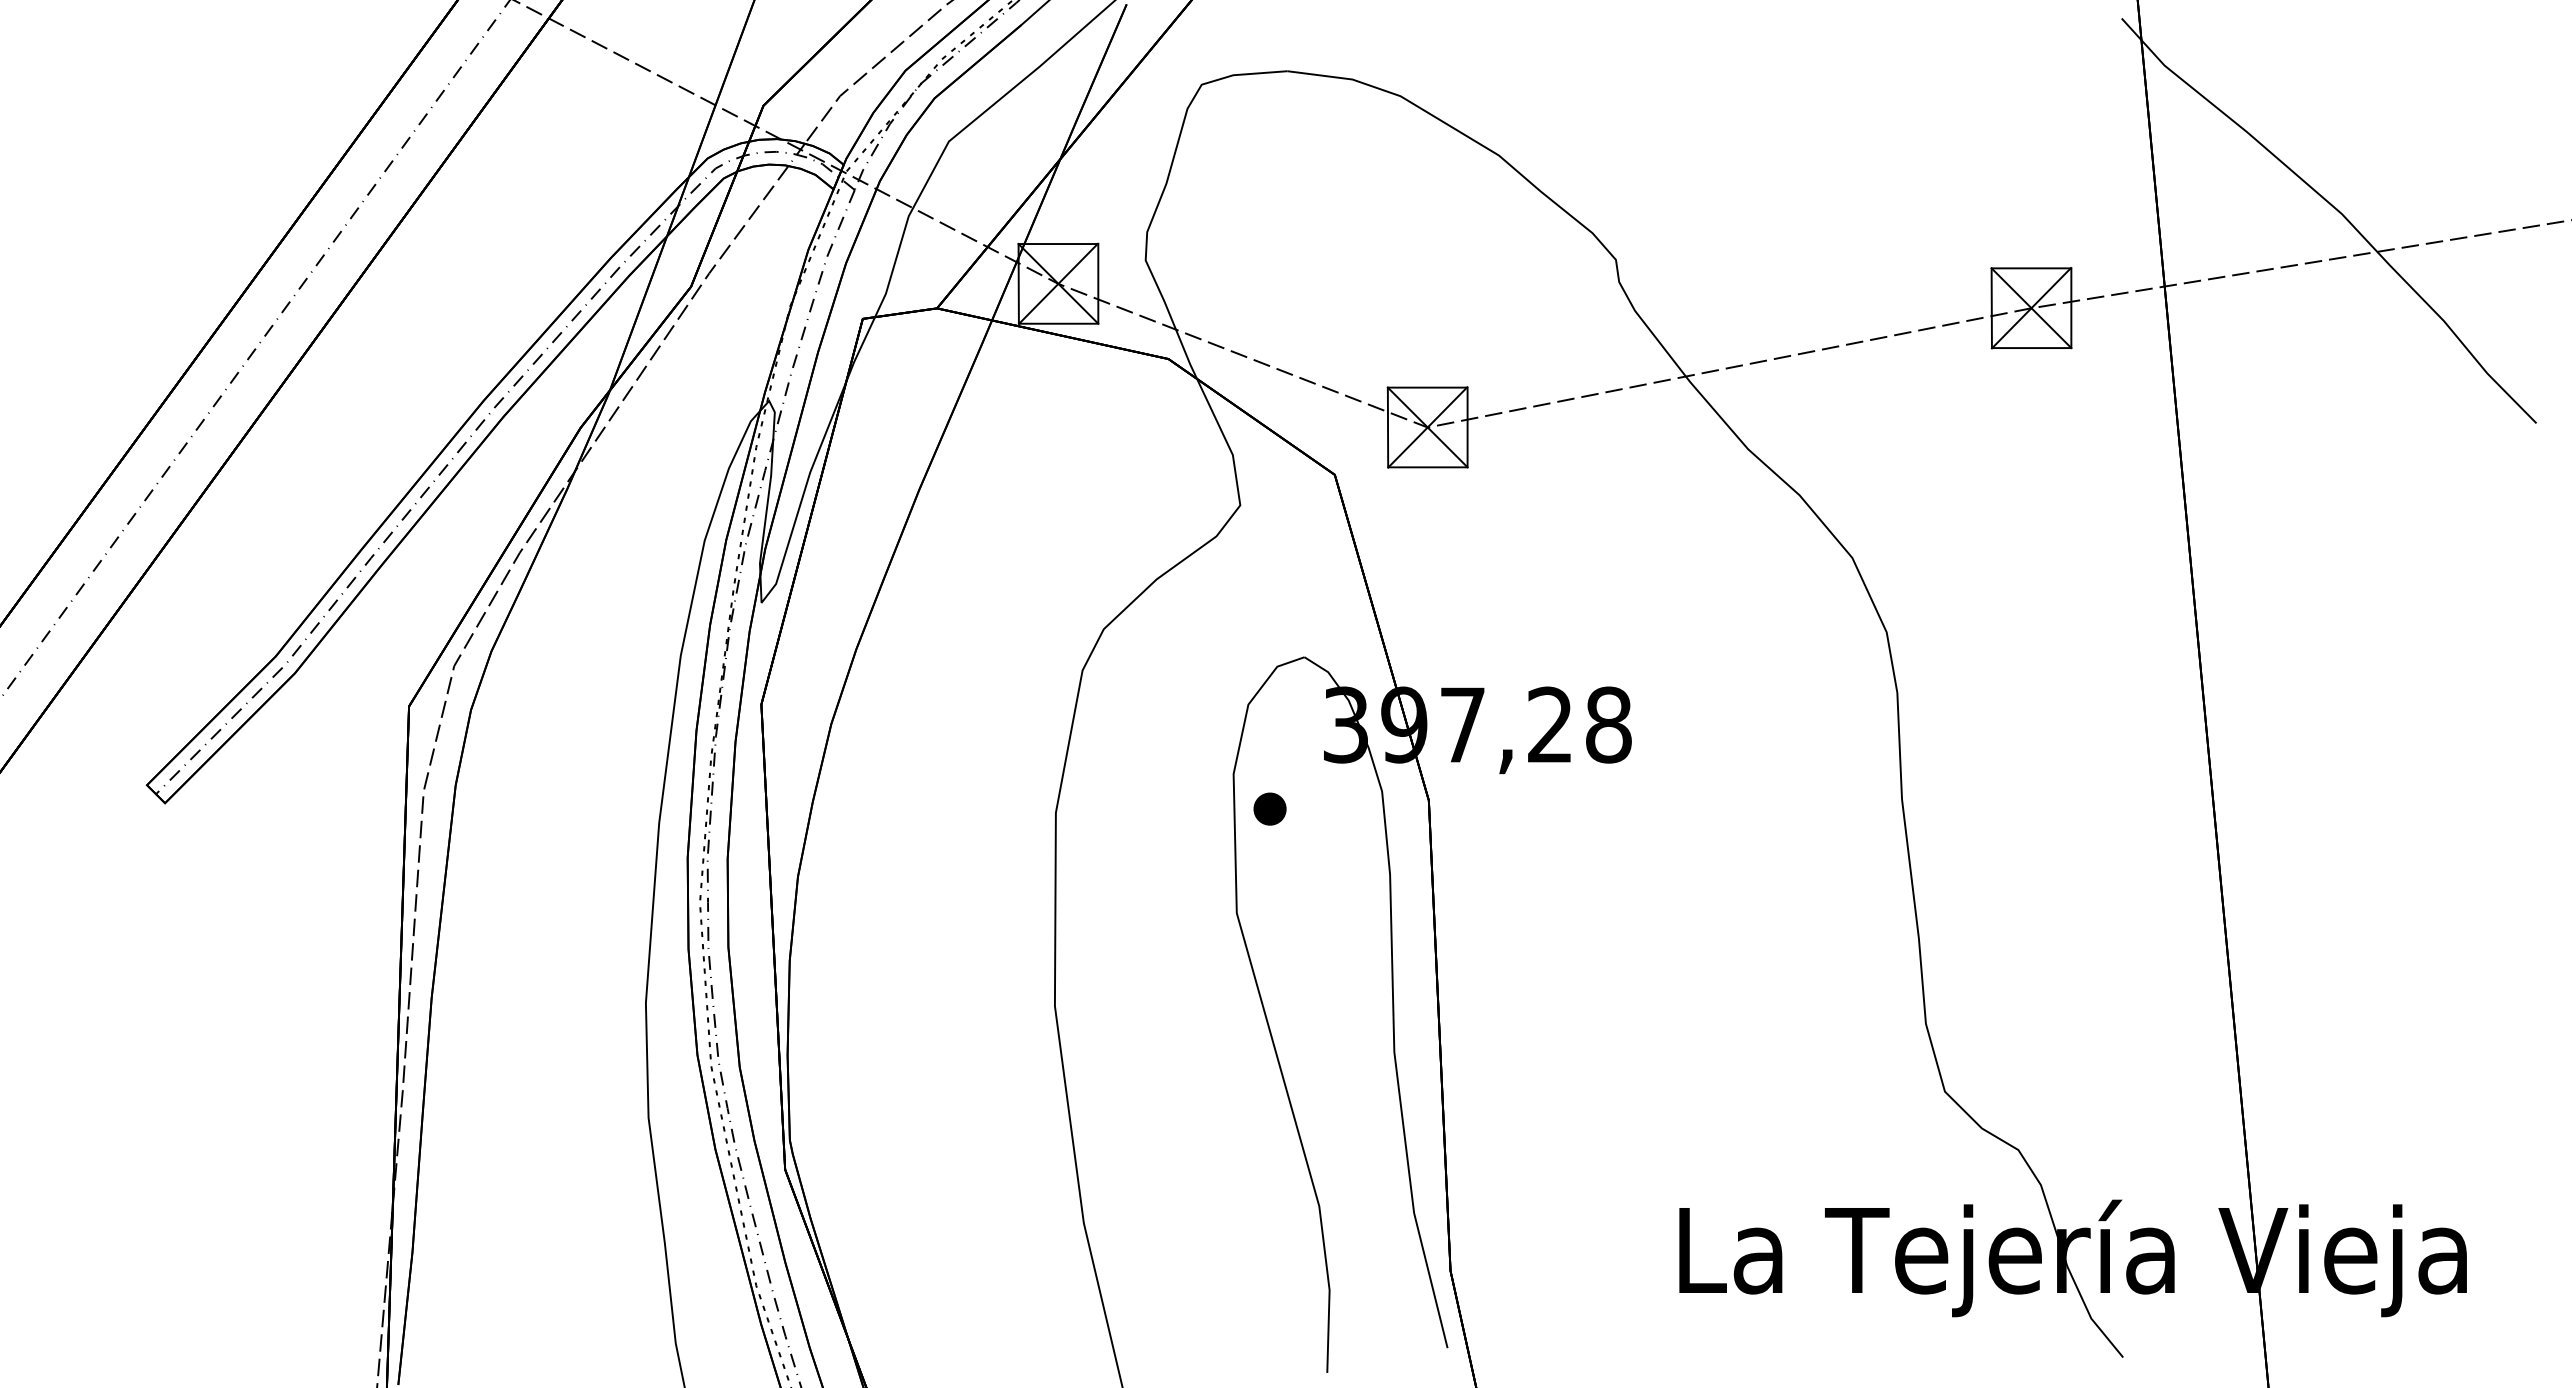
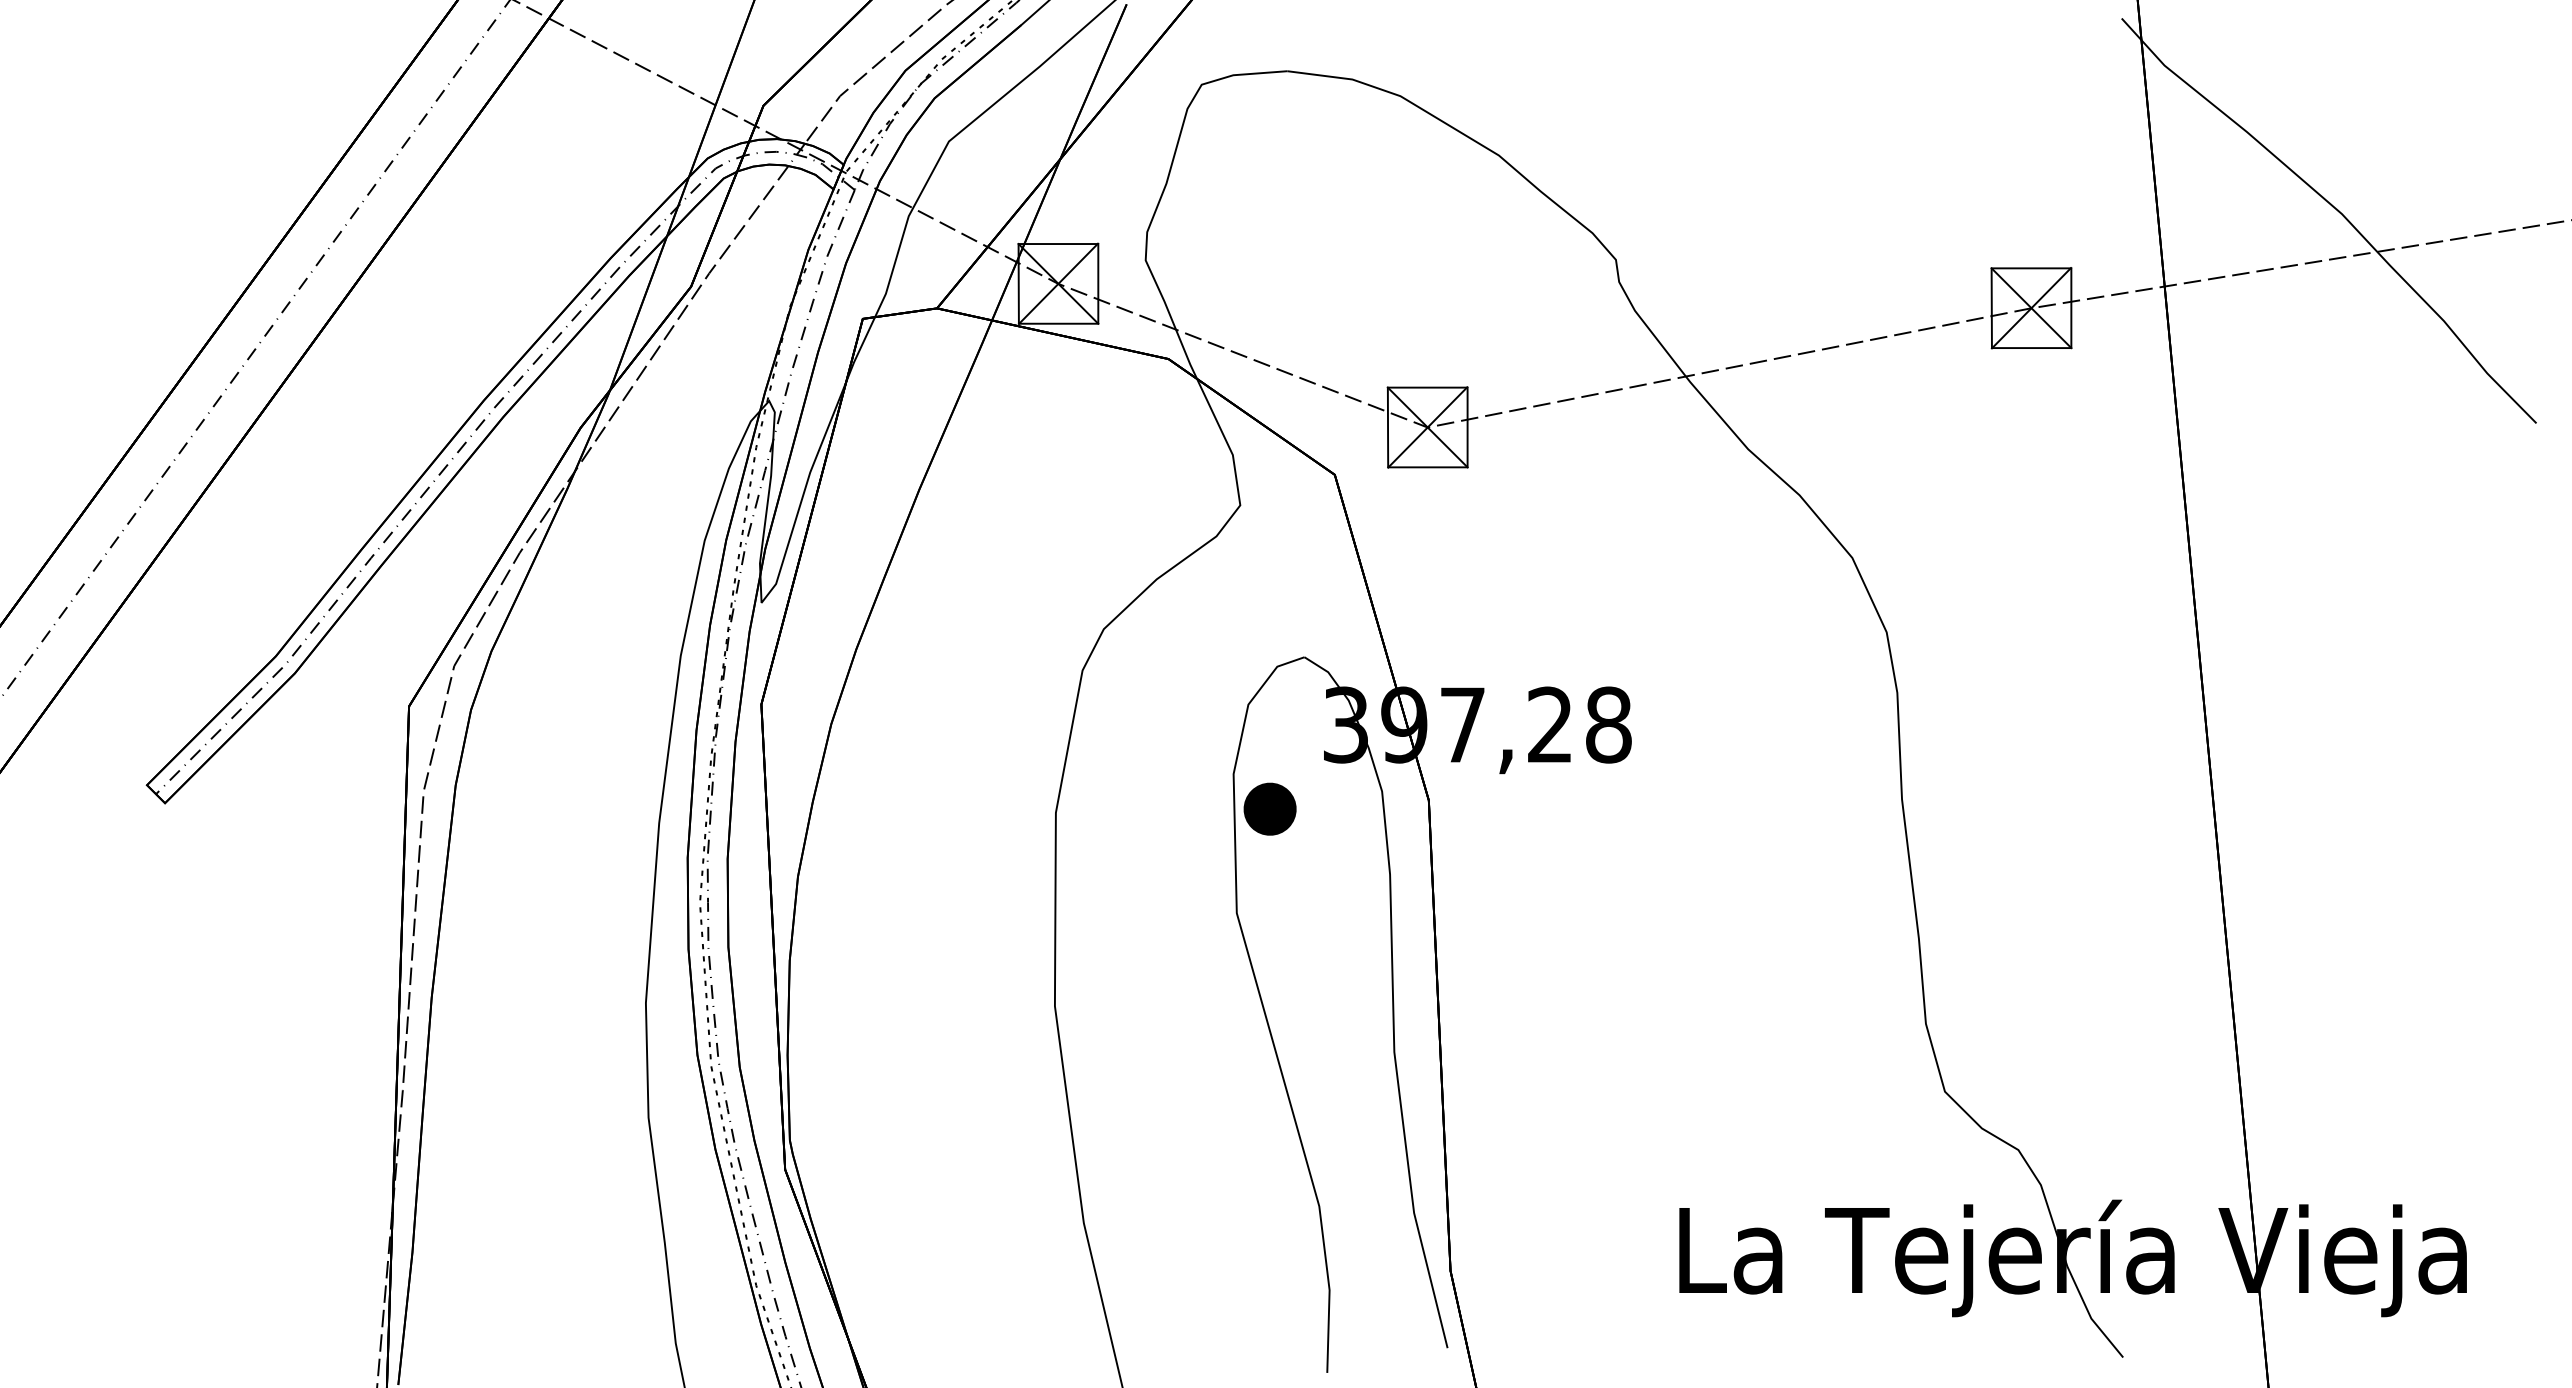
part at (1269, 808) size: 34x34 px -> 54x54 px
